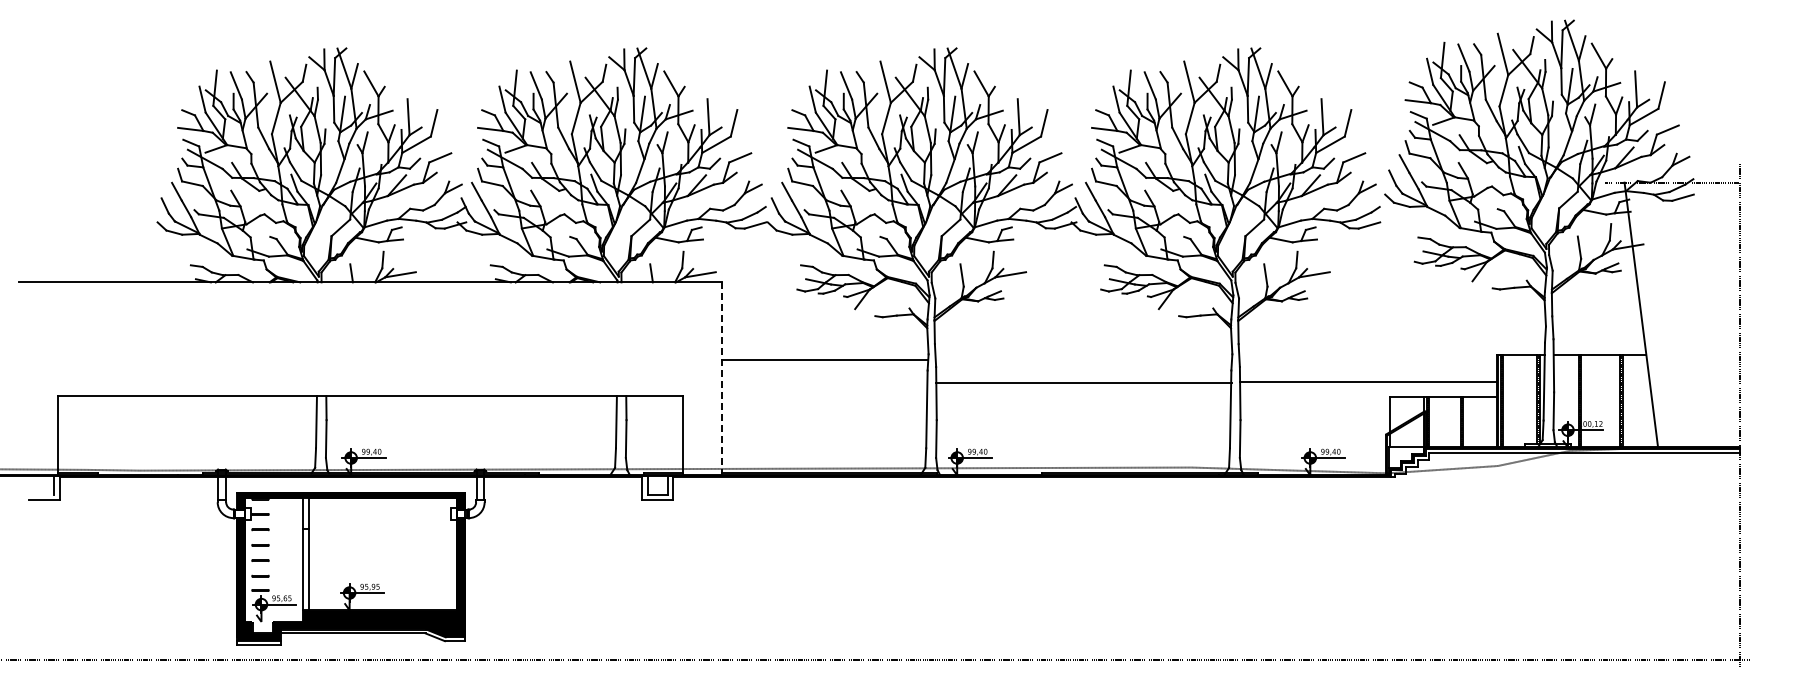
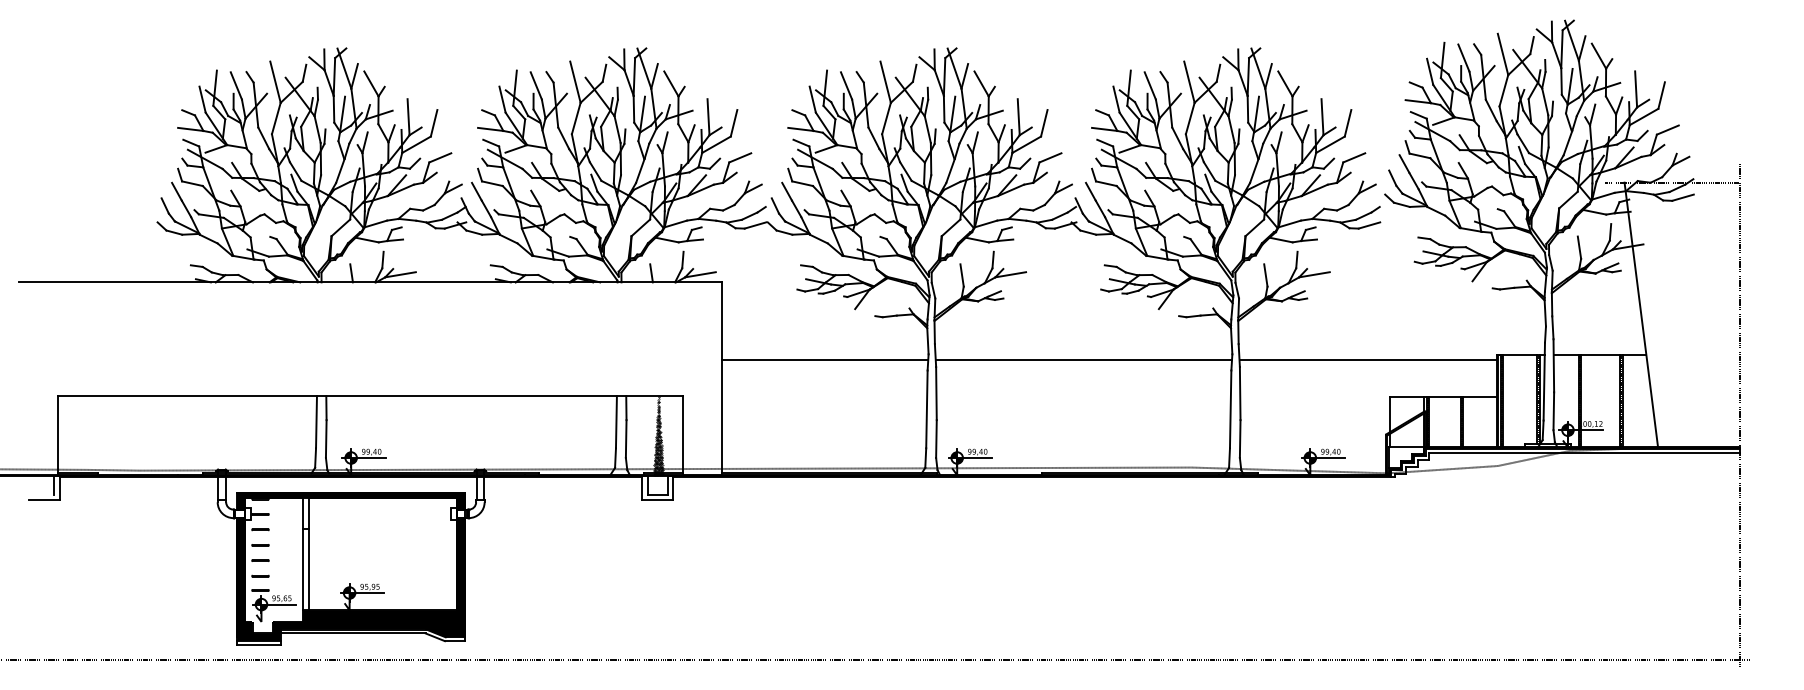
line at (722, 379): dashed -> solid
line at (1367, 381) position: (1367, 381) -> (1367, 359)
line at (1083, 382) position: (1083, 382) -> (1083, 359)
hatch at (658, 435): none -> present
